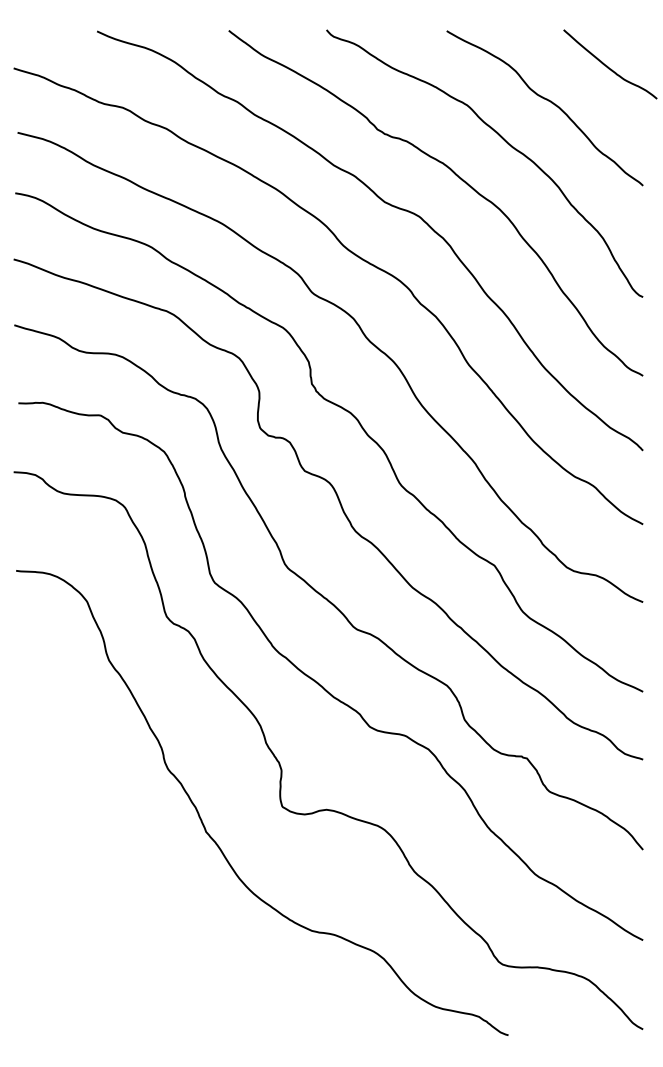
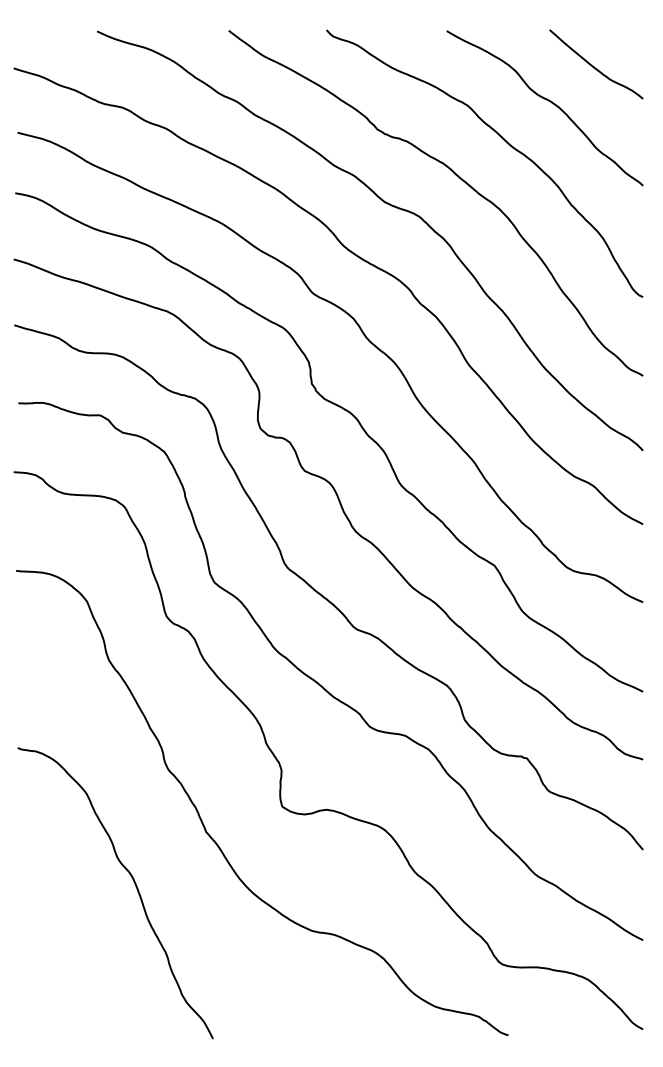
curve at (608, 66) position: (608, 66) -> (594, 66)
curve at (135, 887): none -> present
